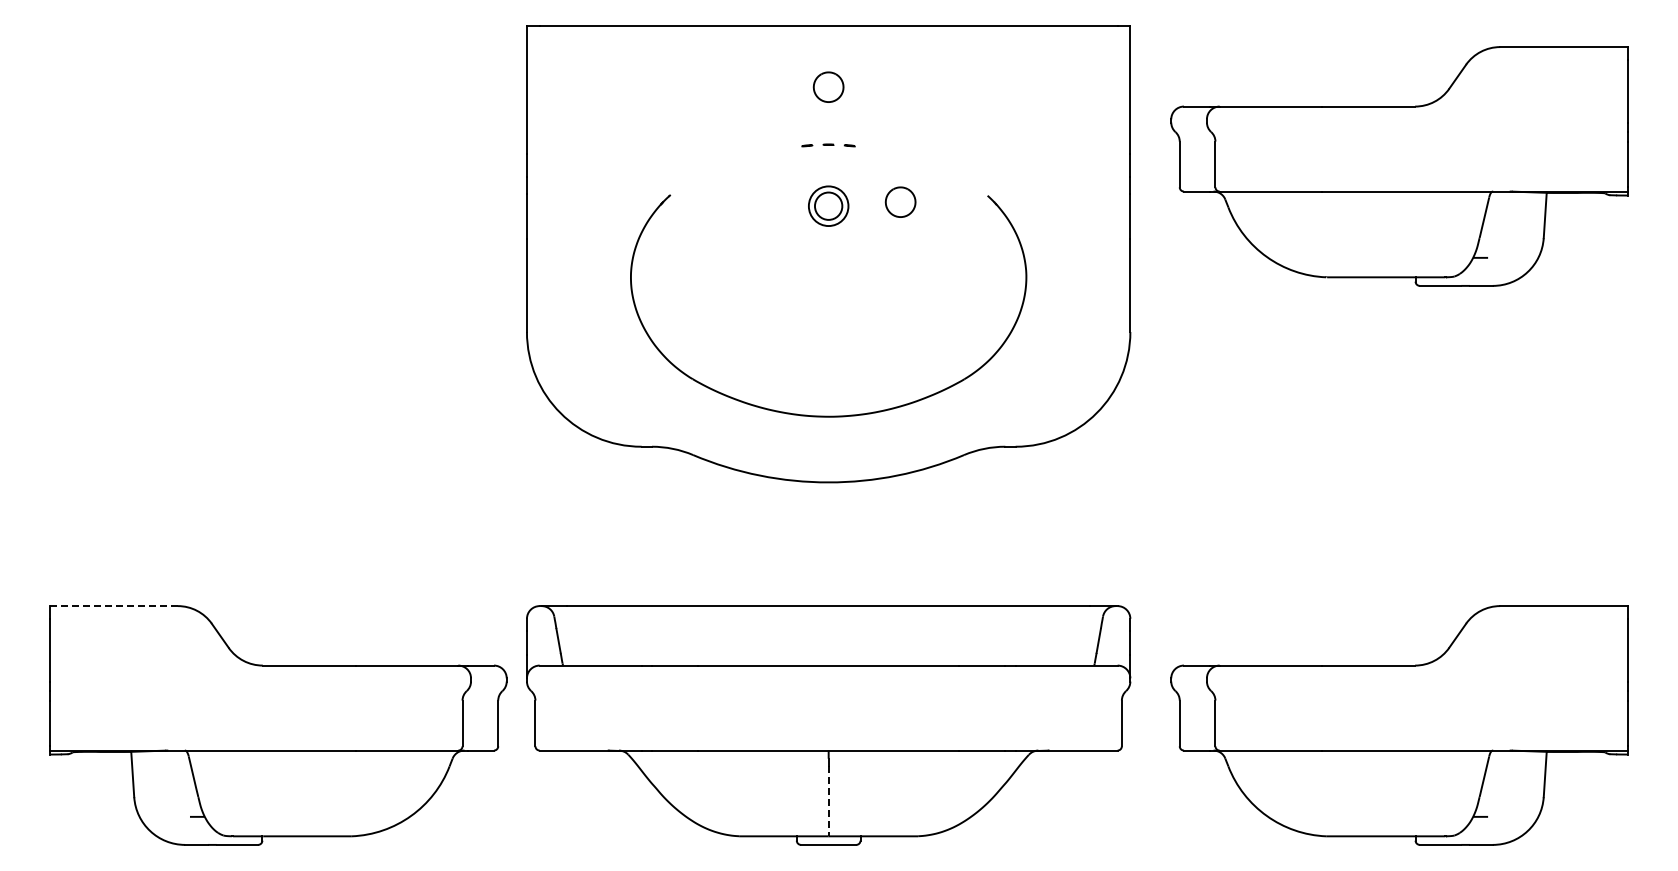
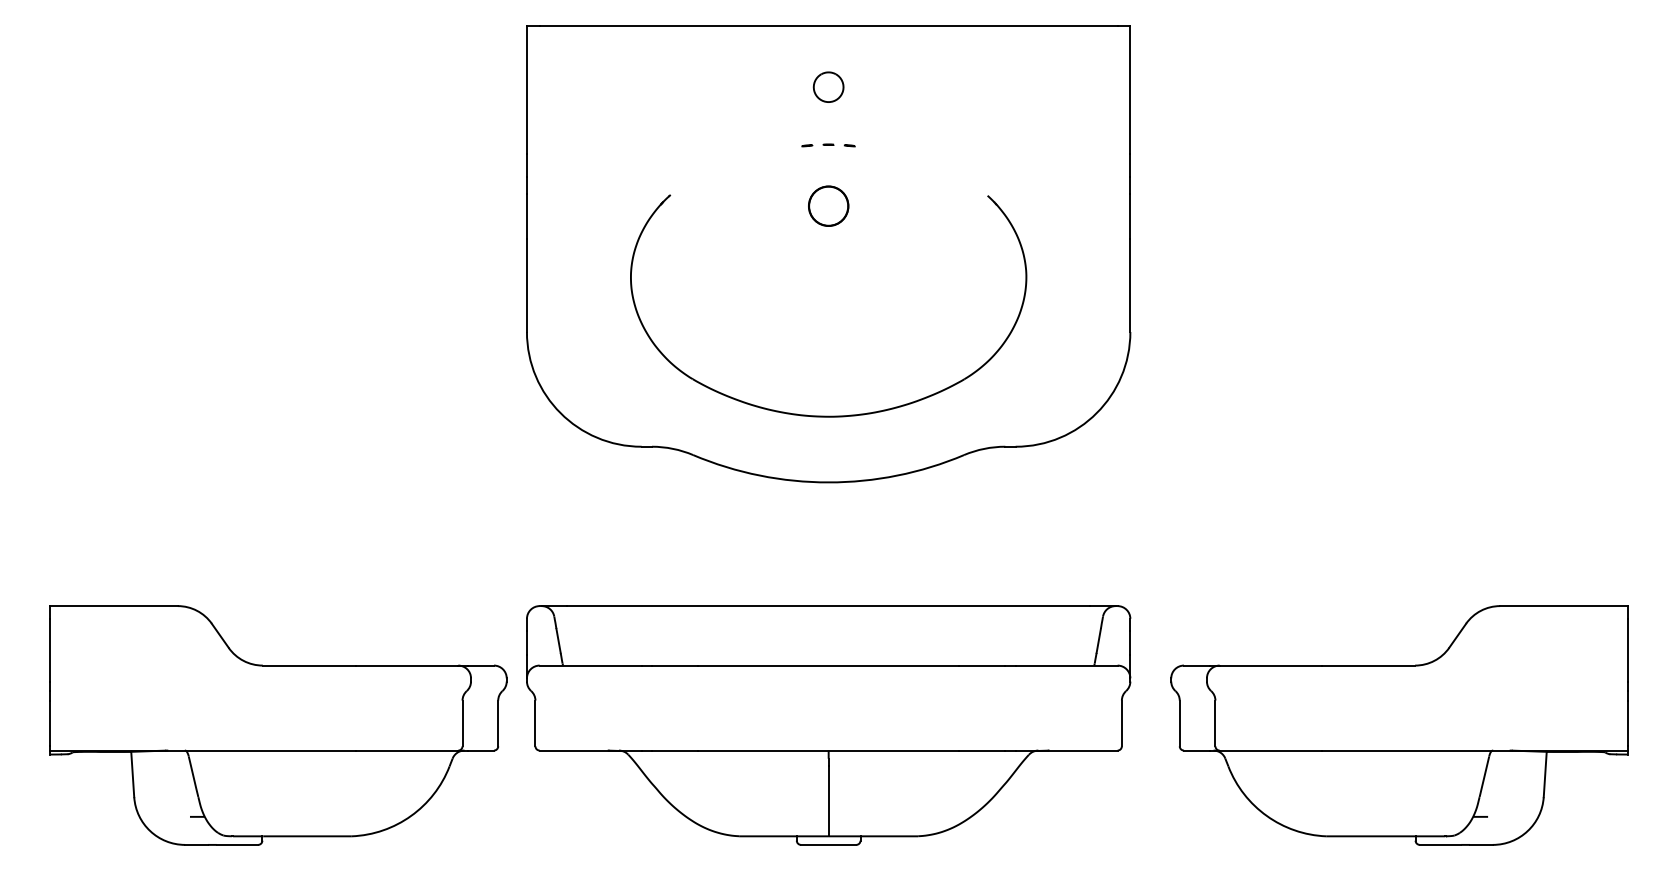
part at (1399, 166): present -> none
part at (900, 201): present -> none
circle at (828, 205) diameter: 27 px -> 39 px
line at (114, 606): dashed -> solid
line at (828, 801): dashed -> solid
